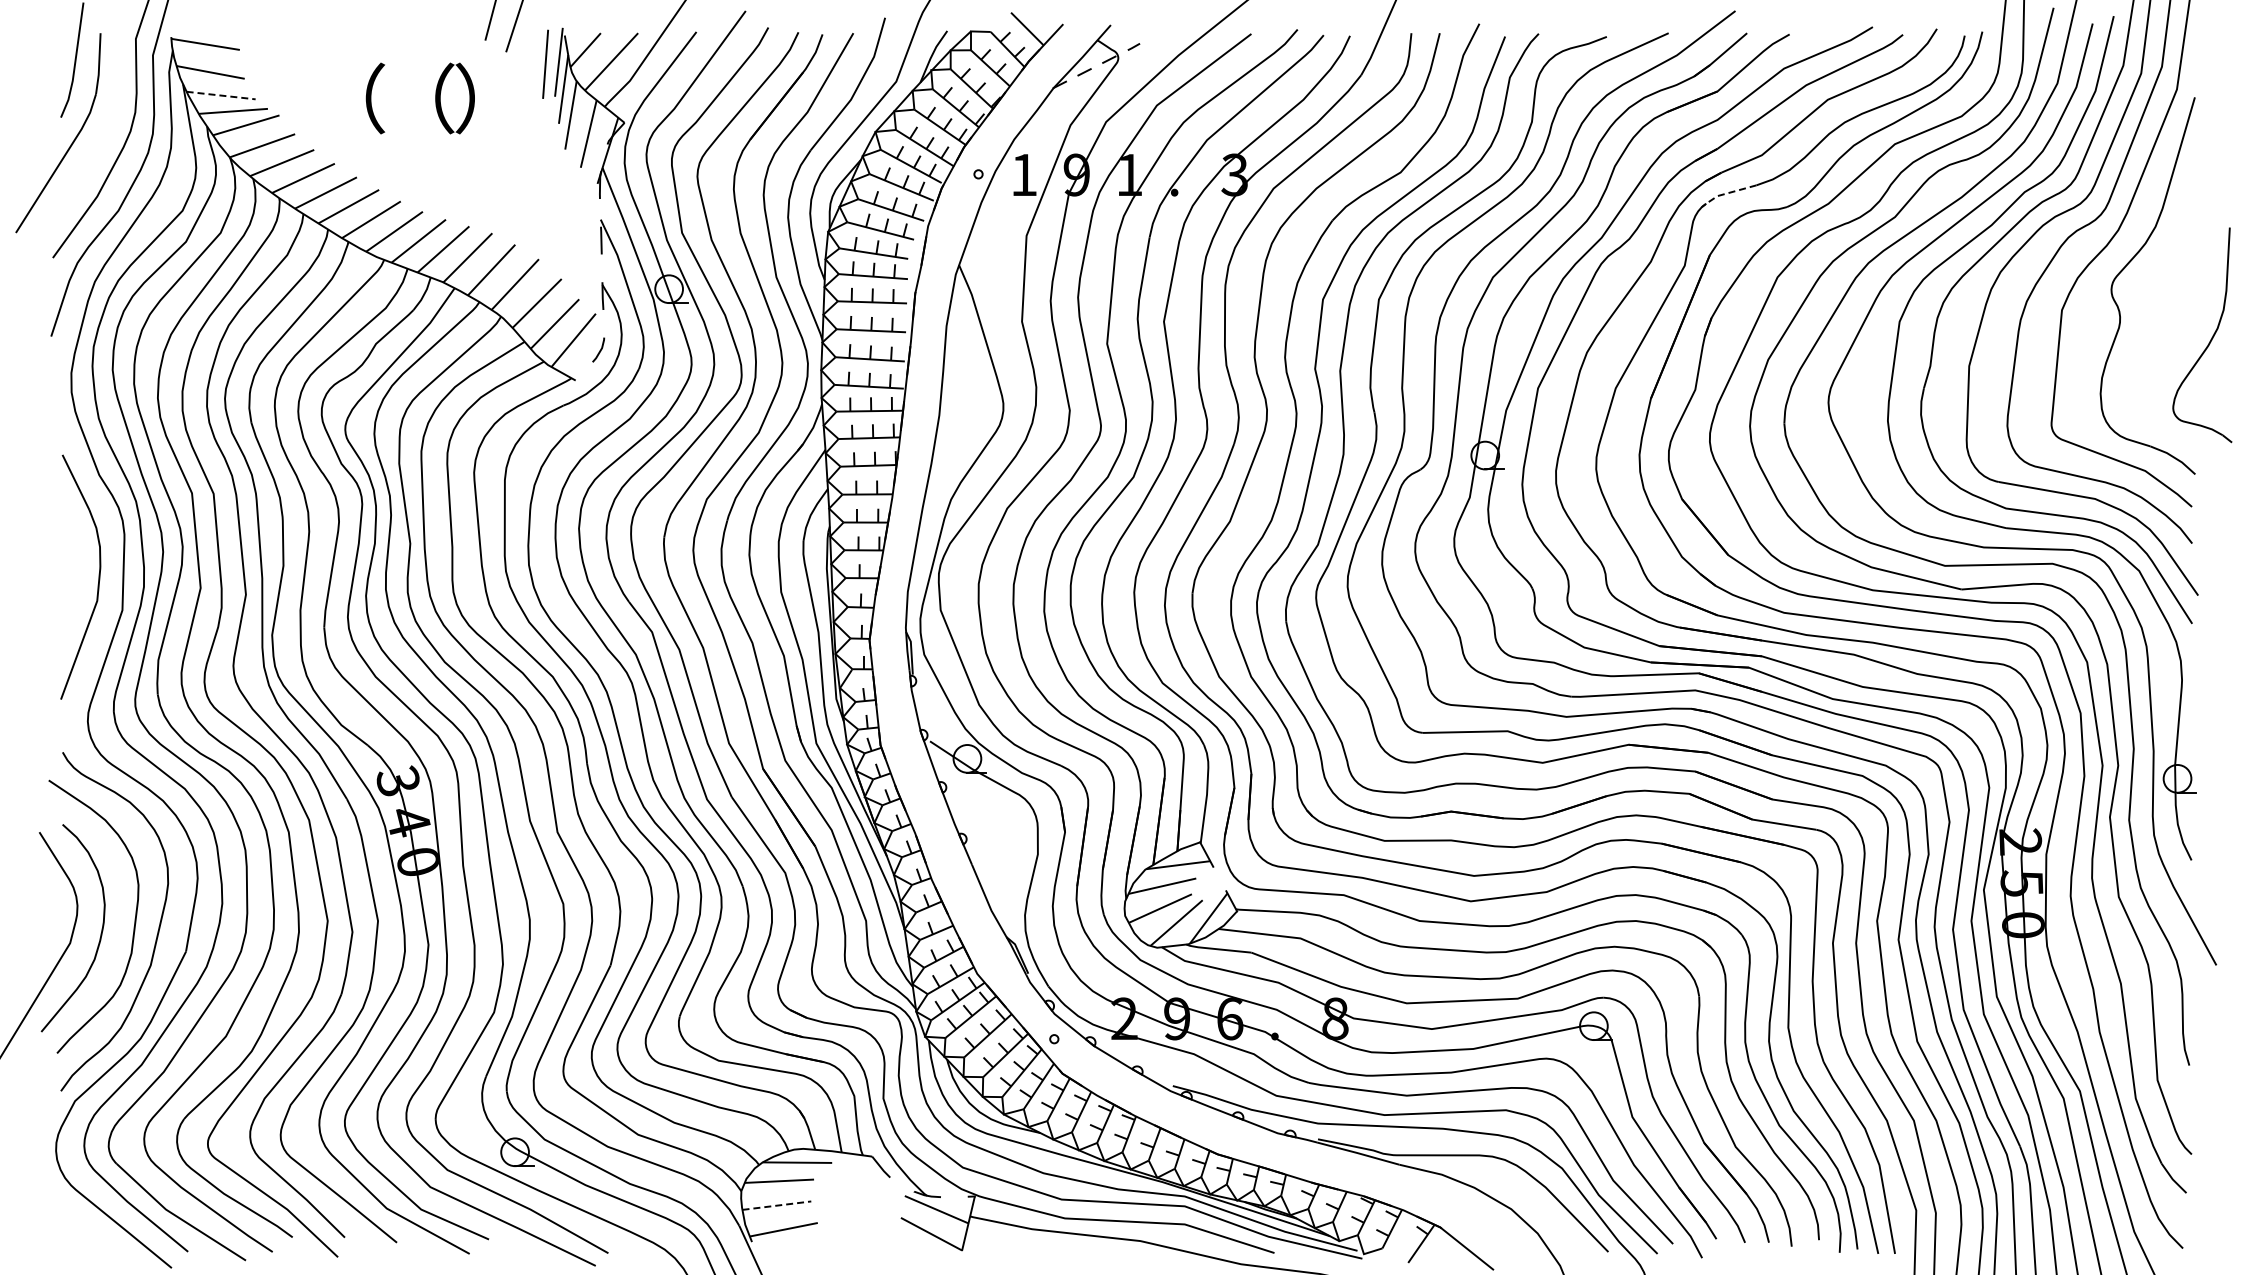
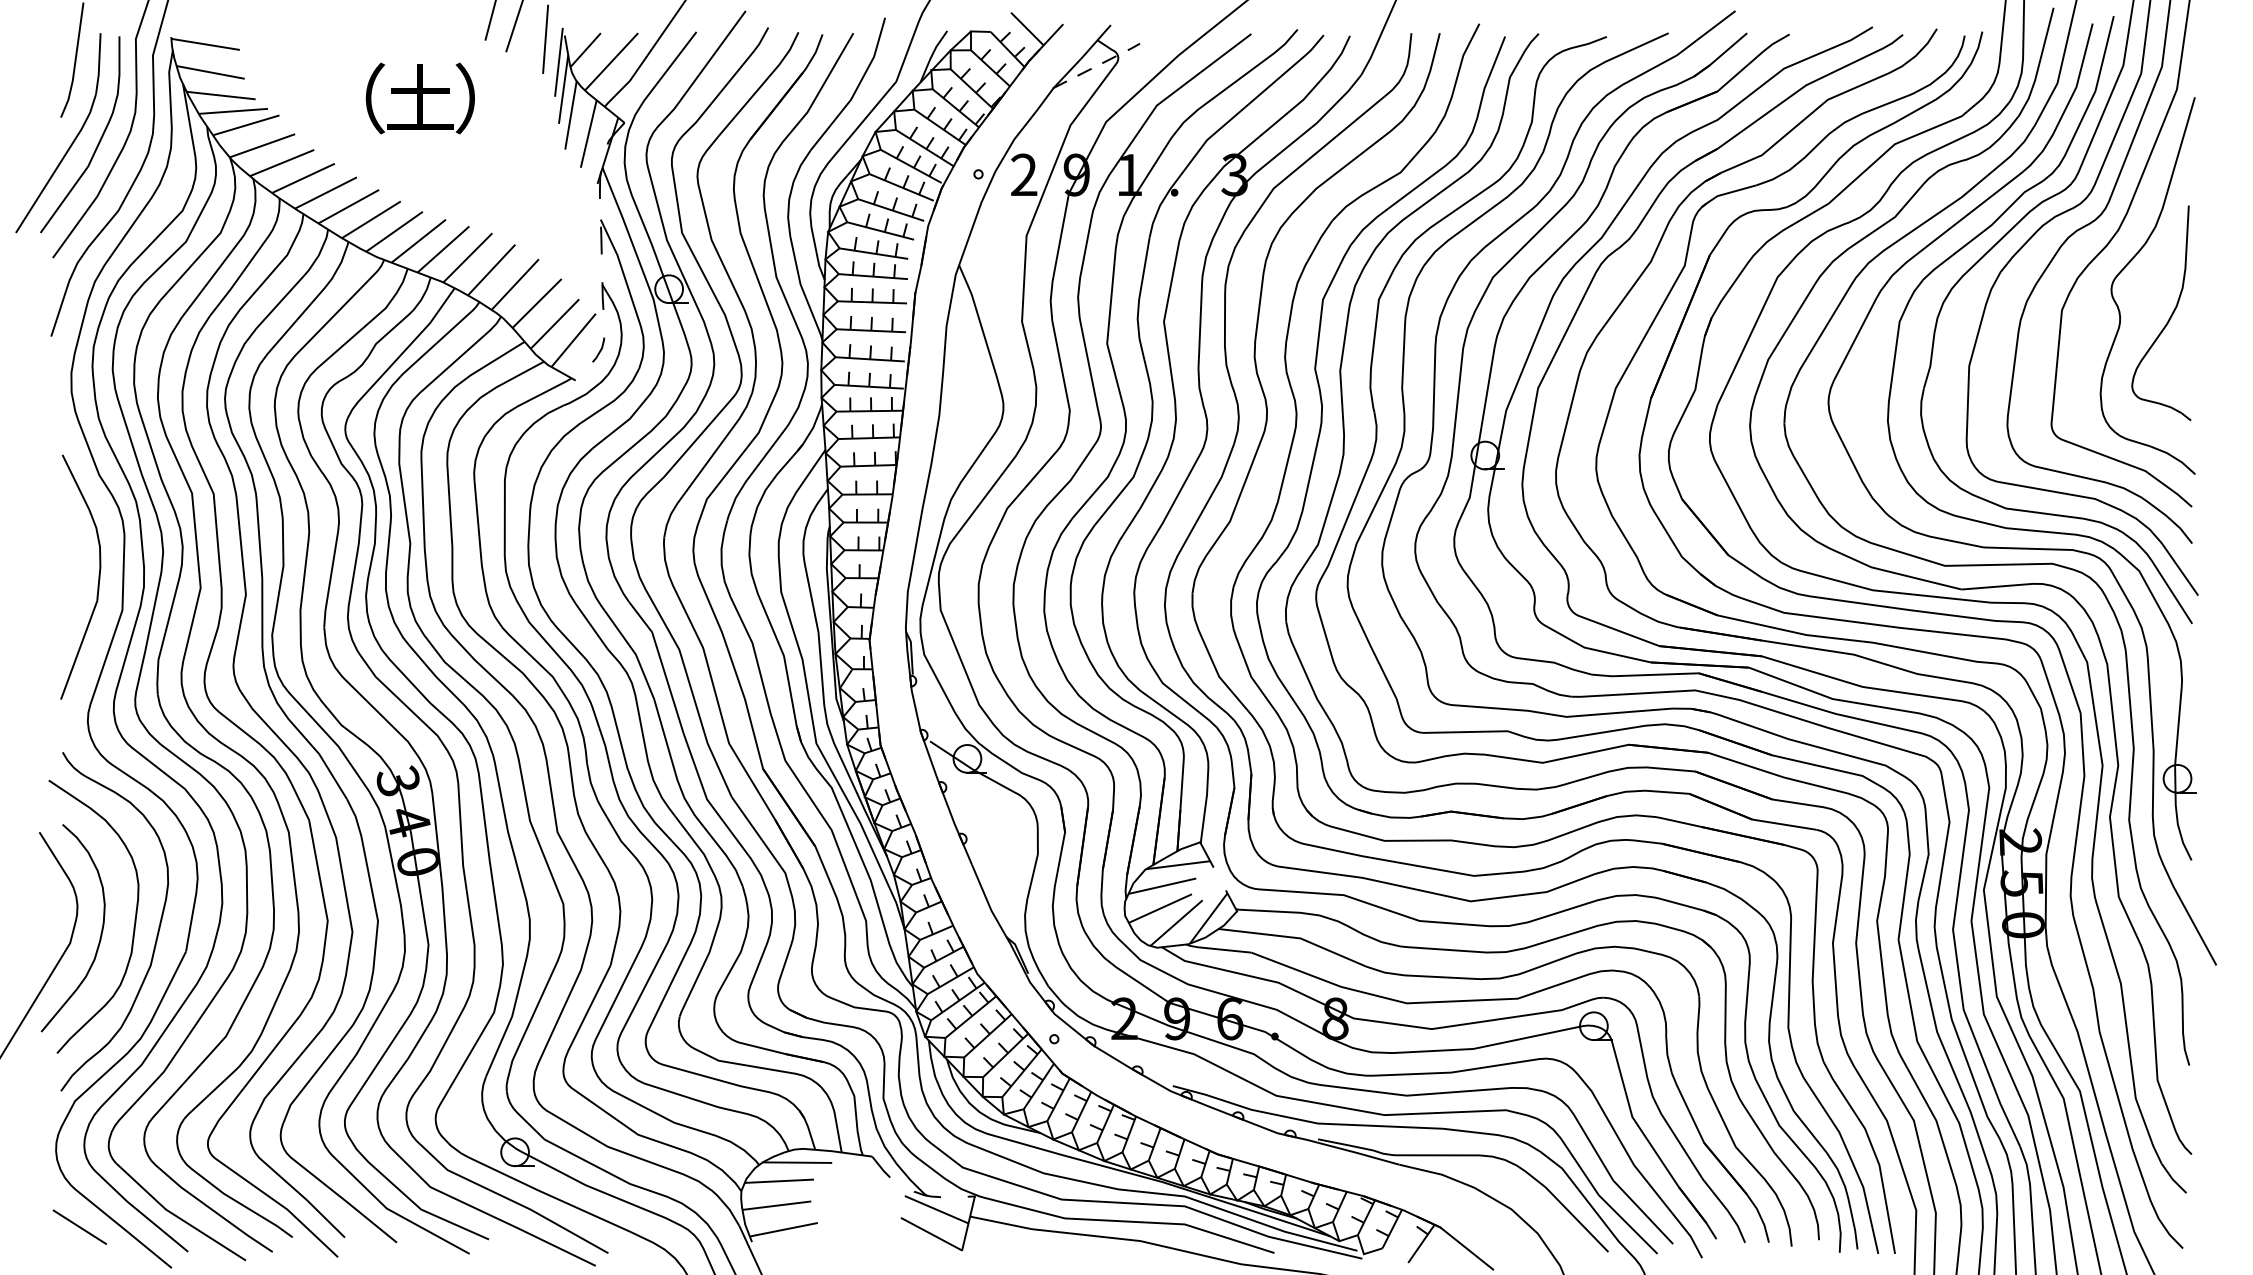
line at (545, 63) position: (545, 63) -> (545, 38)
line at (221, 95): dashed -> solid
text at (420, 98): （ -> 土
curve at (98, 141): none -> present
text at (1024, 174): 1 -> 2
line at (1726, 193): dashed -> solid
part at (2210, 339) position: (2210, 339) -> (2169, 317)
line at (776, 1205): dashed -> solid
line at (79, 1226): none -> present
